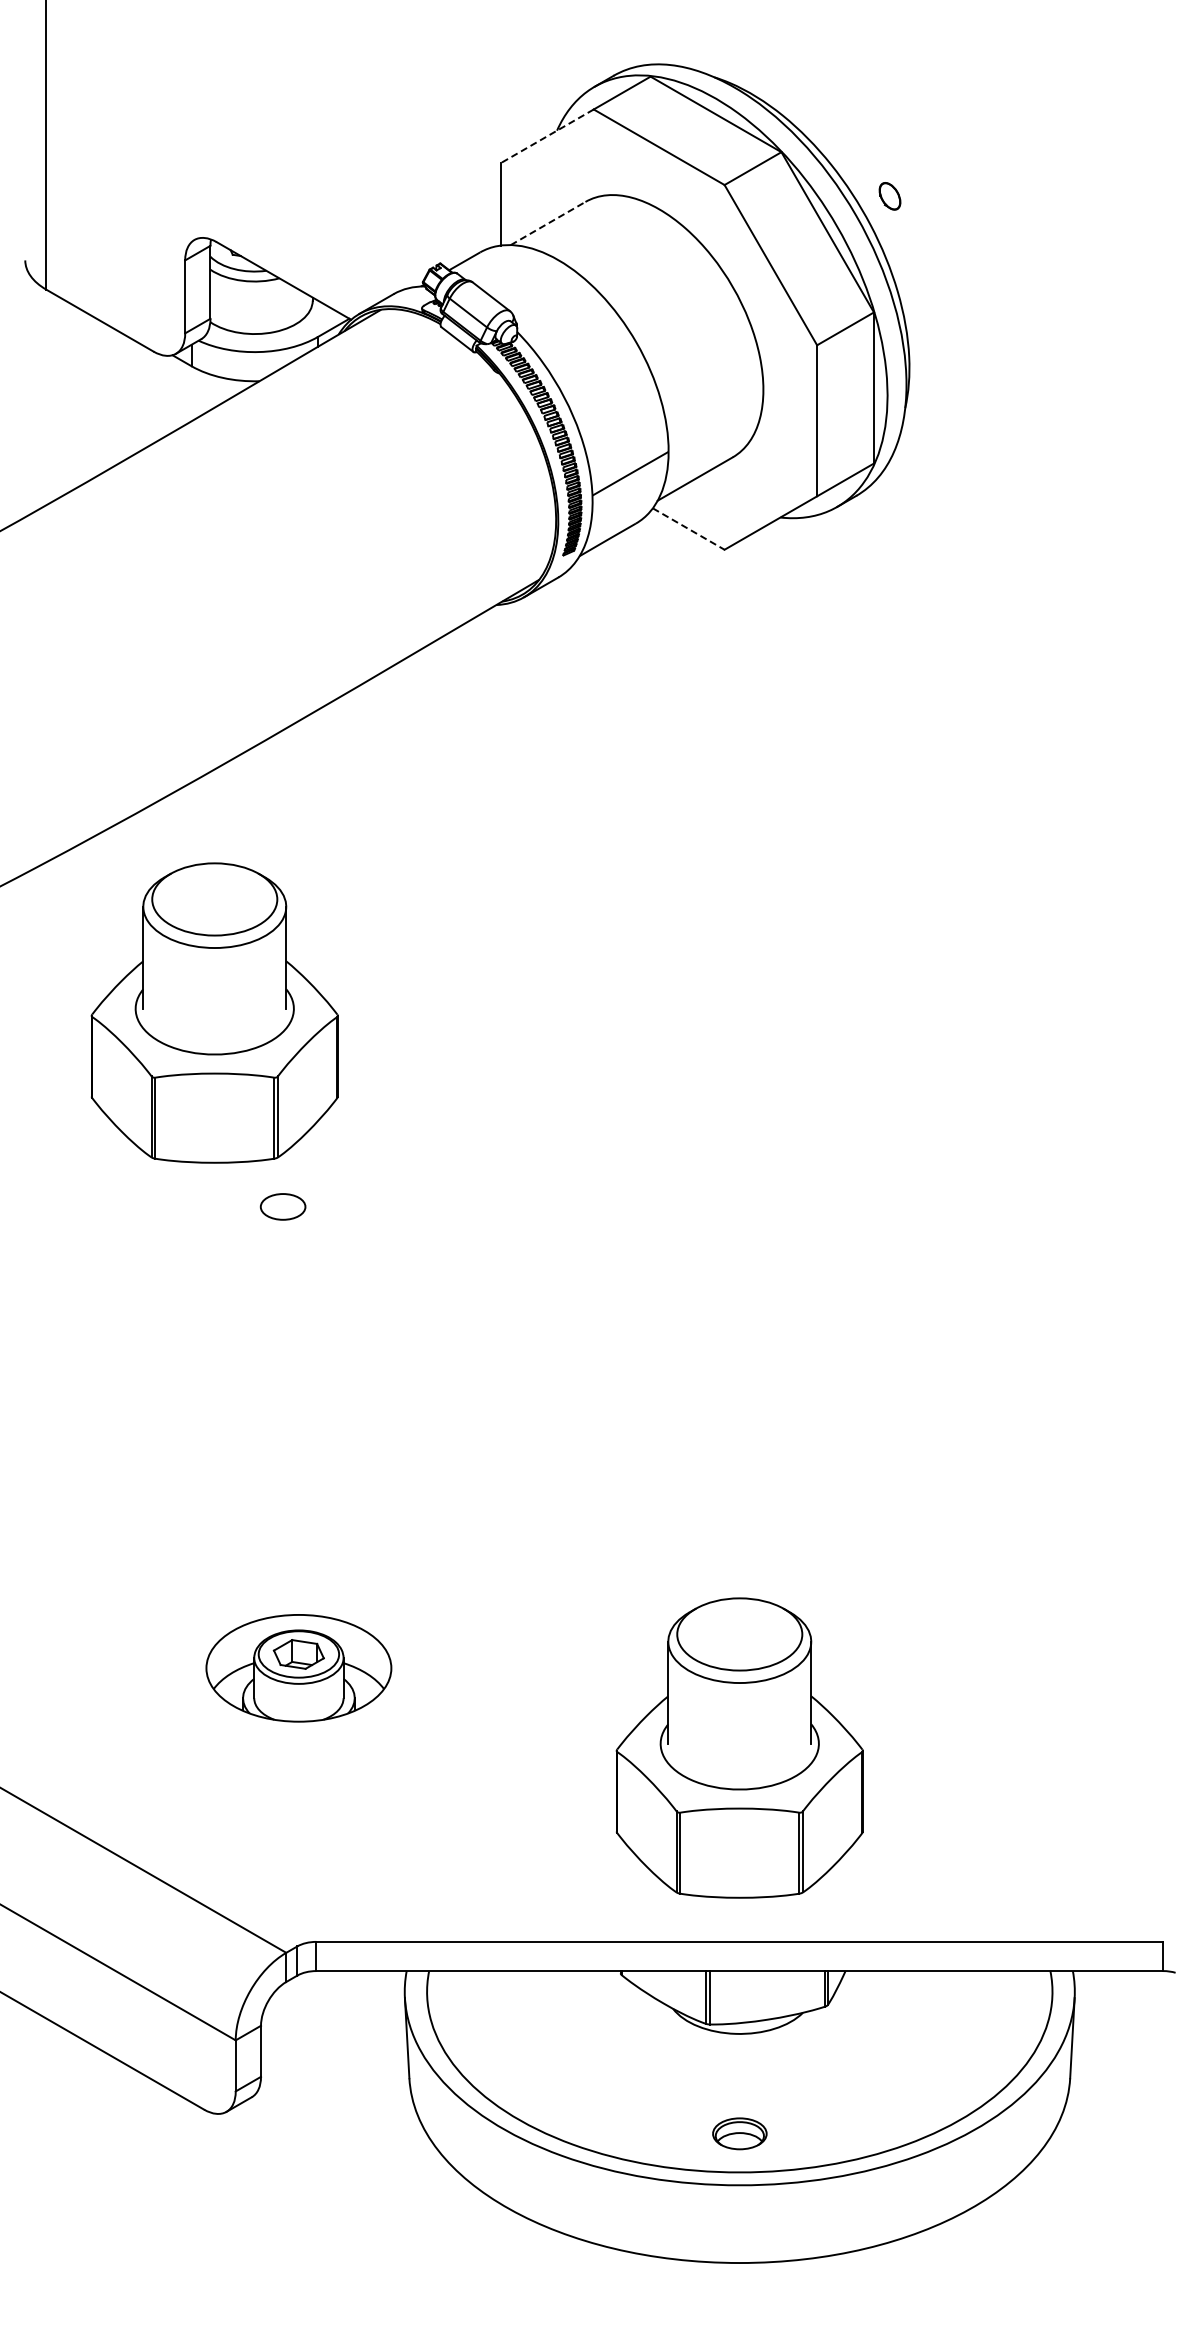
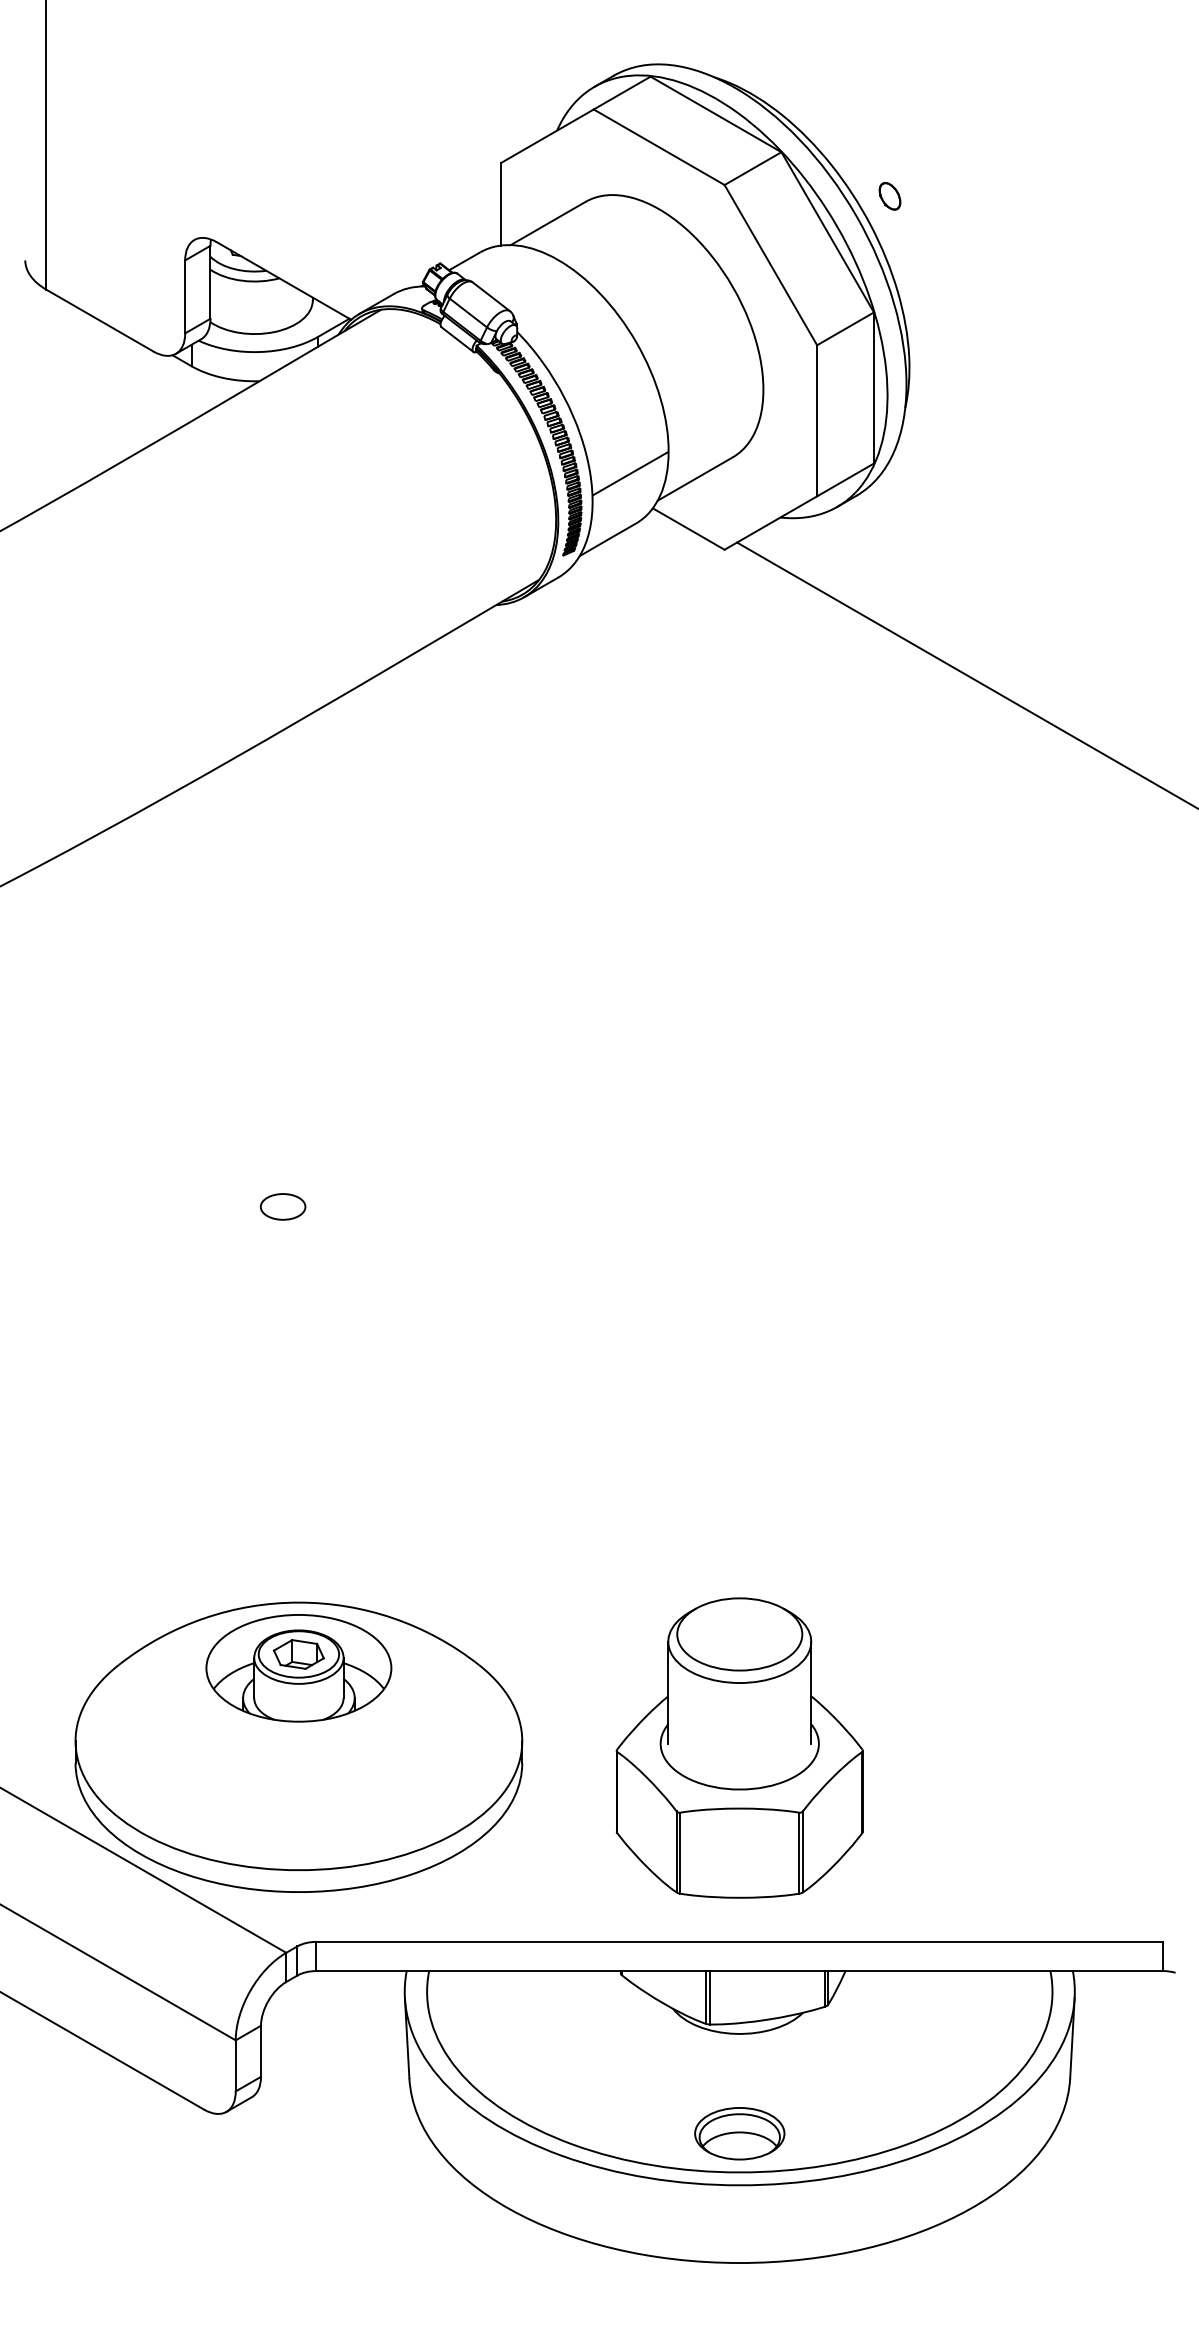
line at (547, 136): dashed -> solid
line at (548, 223): dashed -> solid
line at (689, 529): dashed -> solid
line at (966, 674): none -> present
part at (214, 1012): present -> none
part at (298, 1746): none -> present
part at (739, 2133) size: 56x34 px -> 92x54 px
